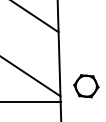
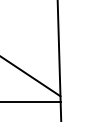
line at (35, 17): present -> none
part at (86, 86): present -> none
